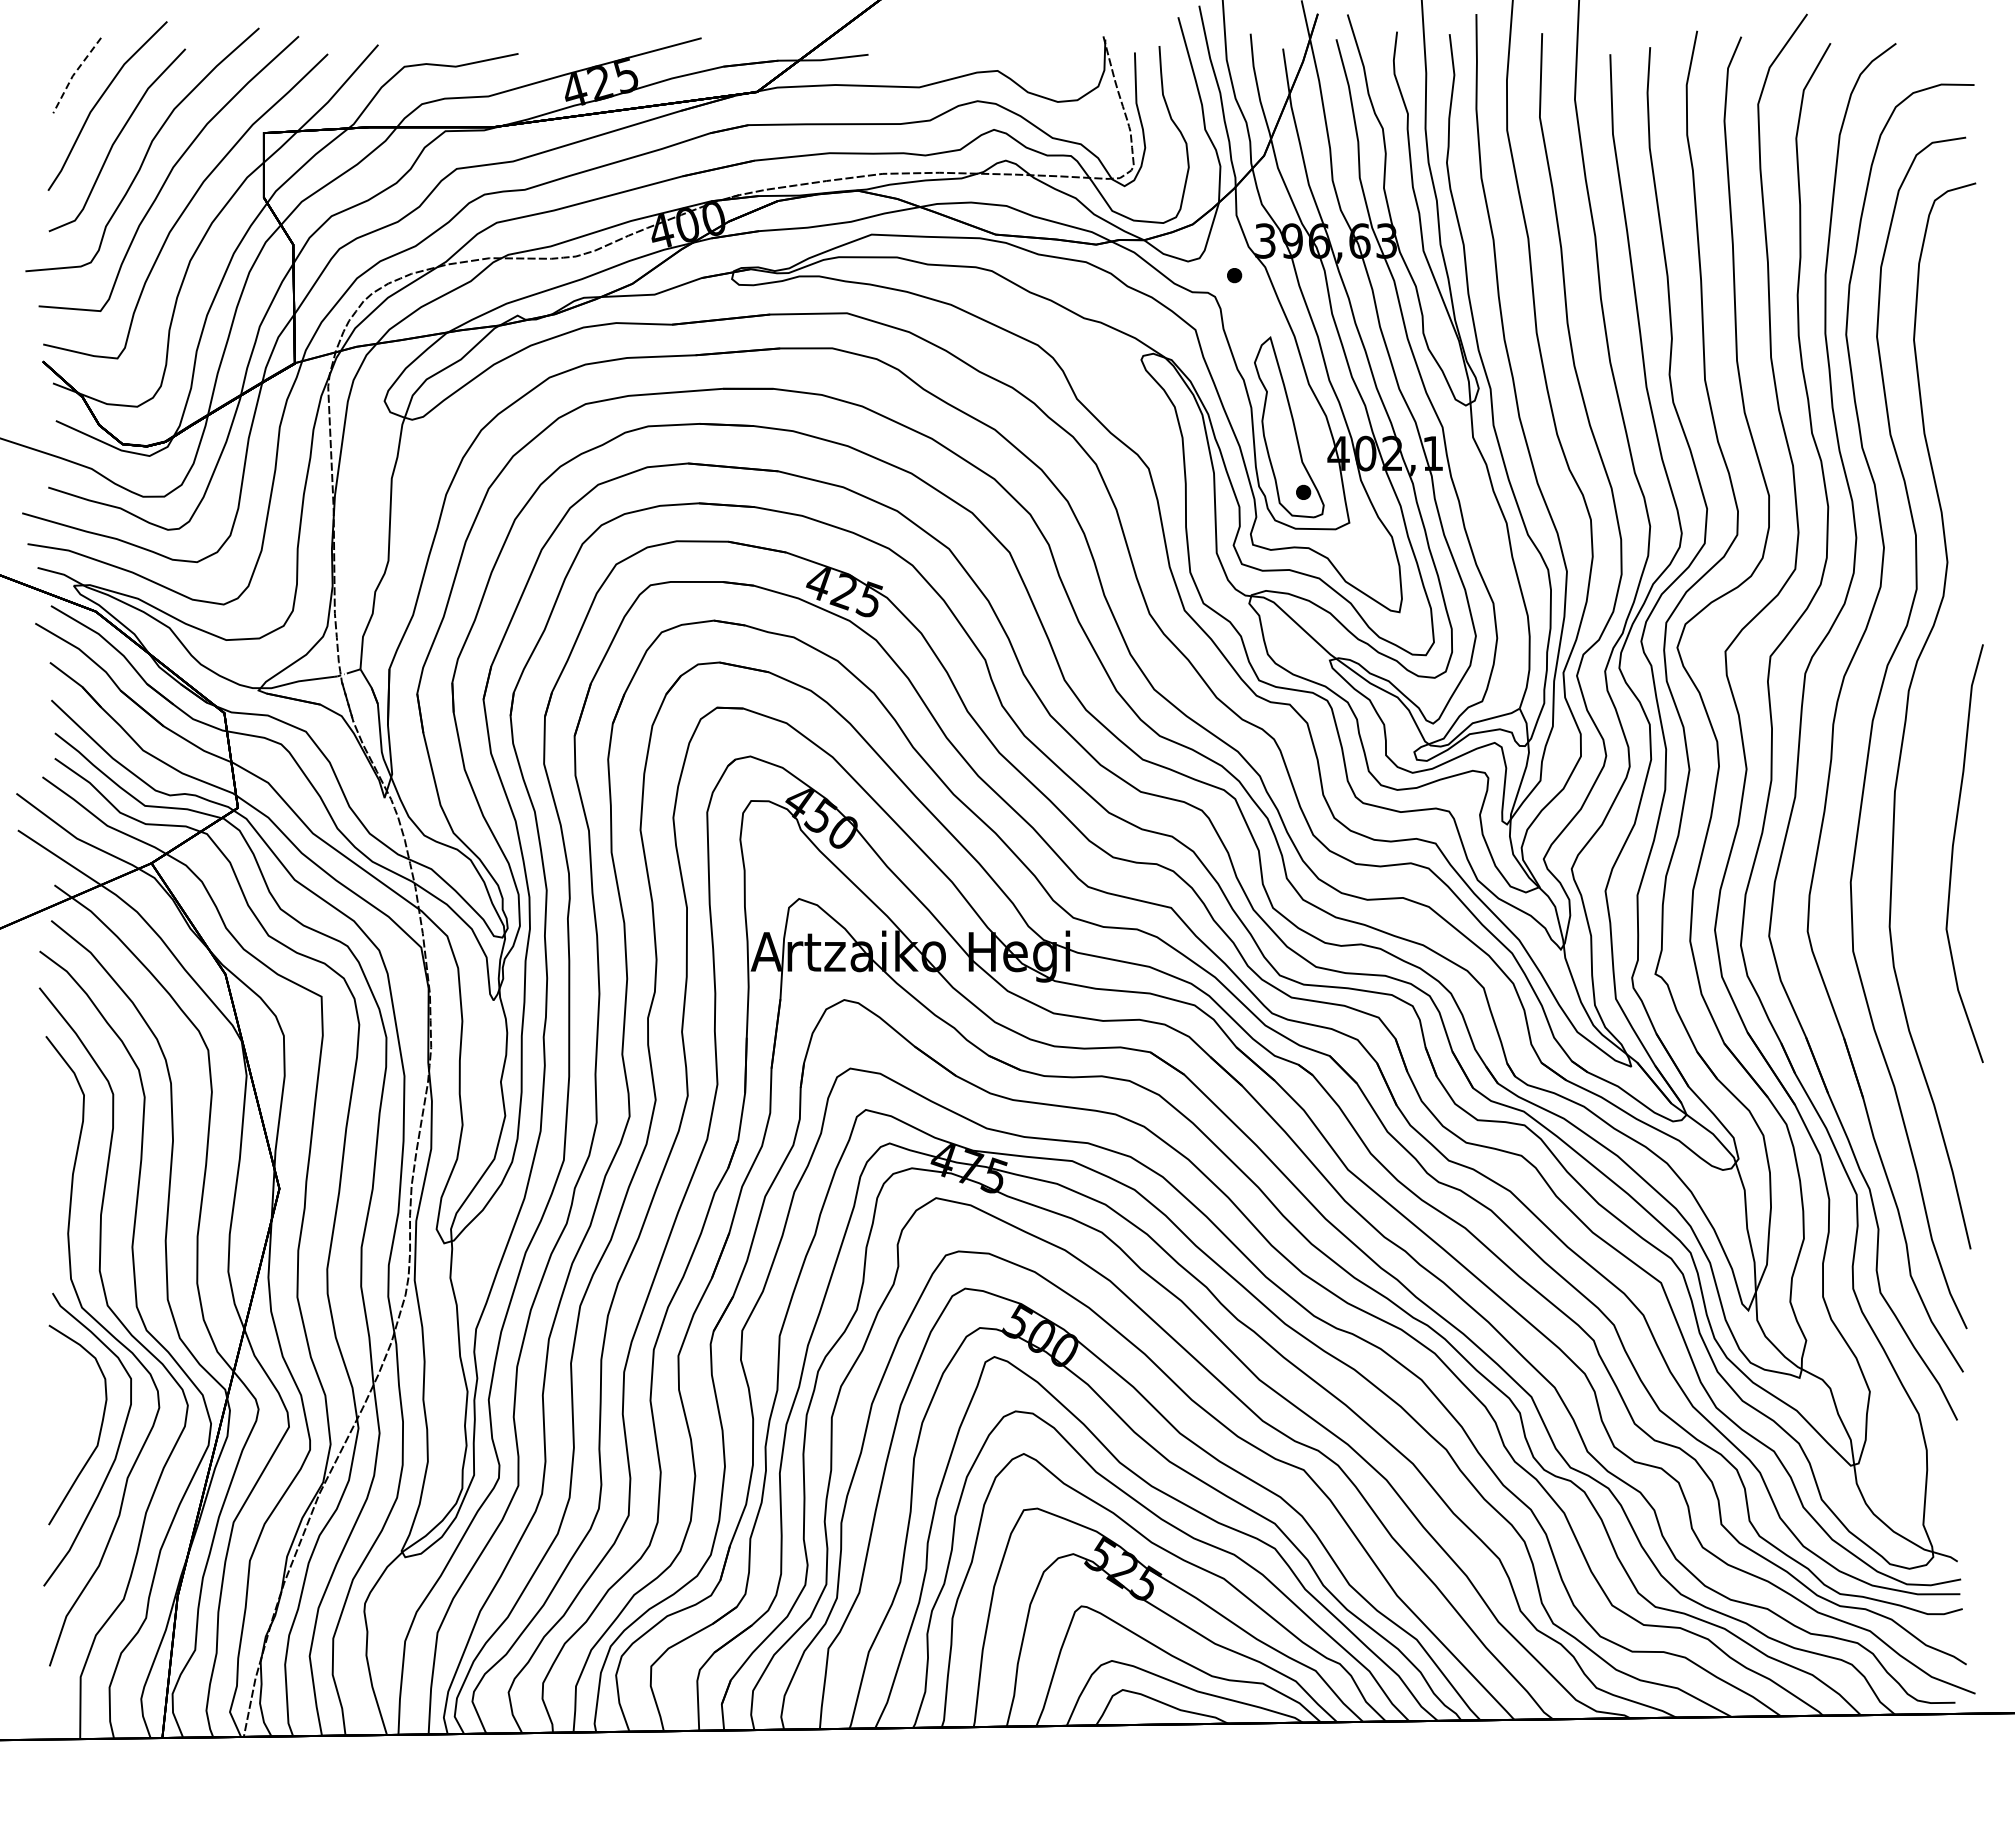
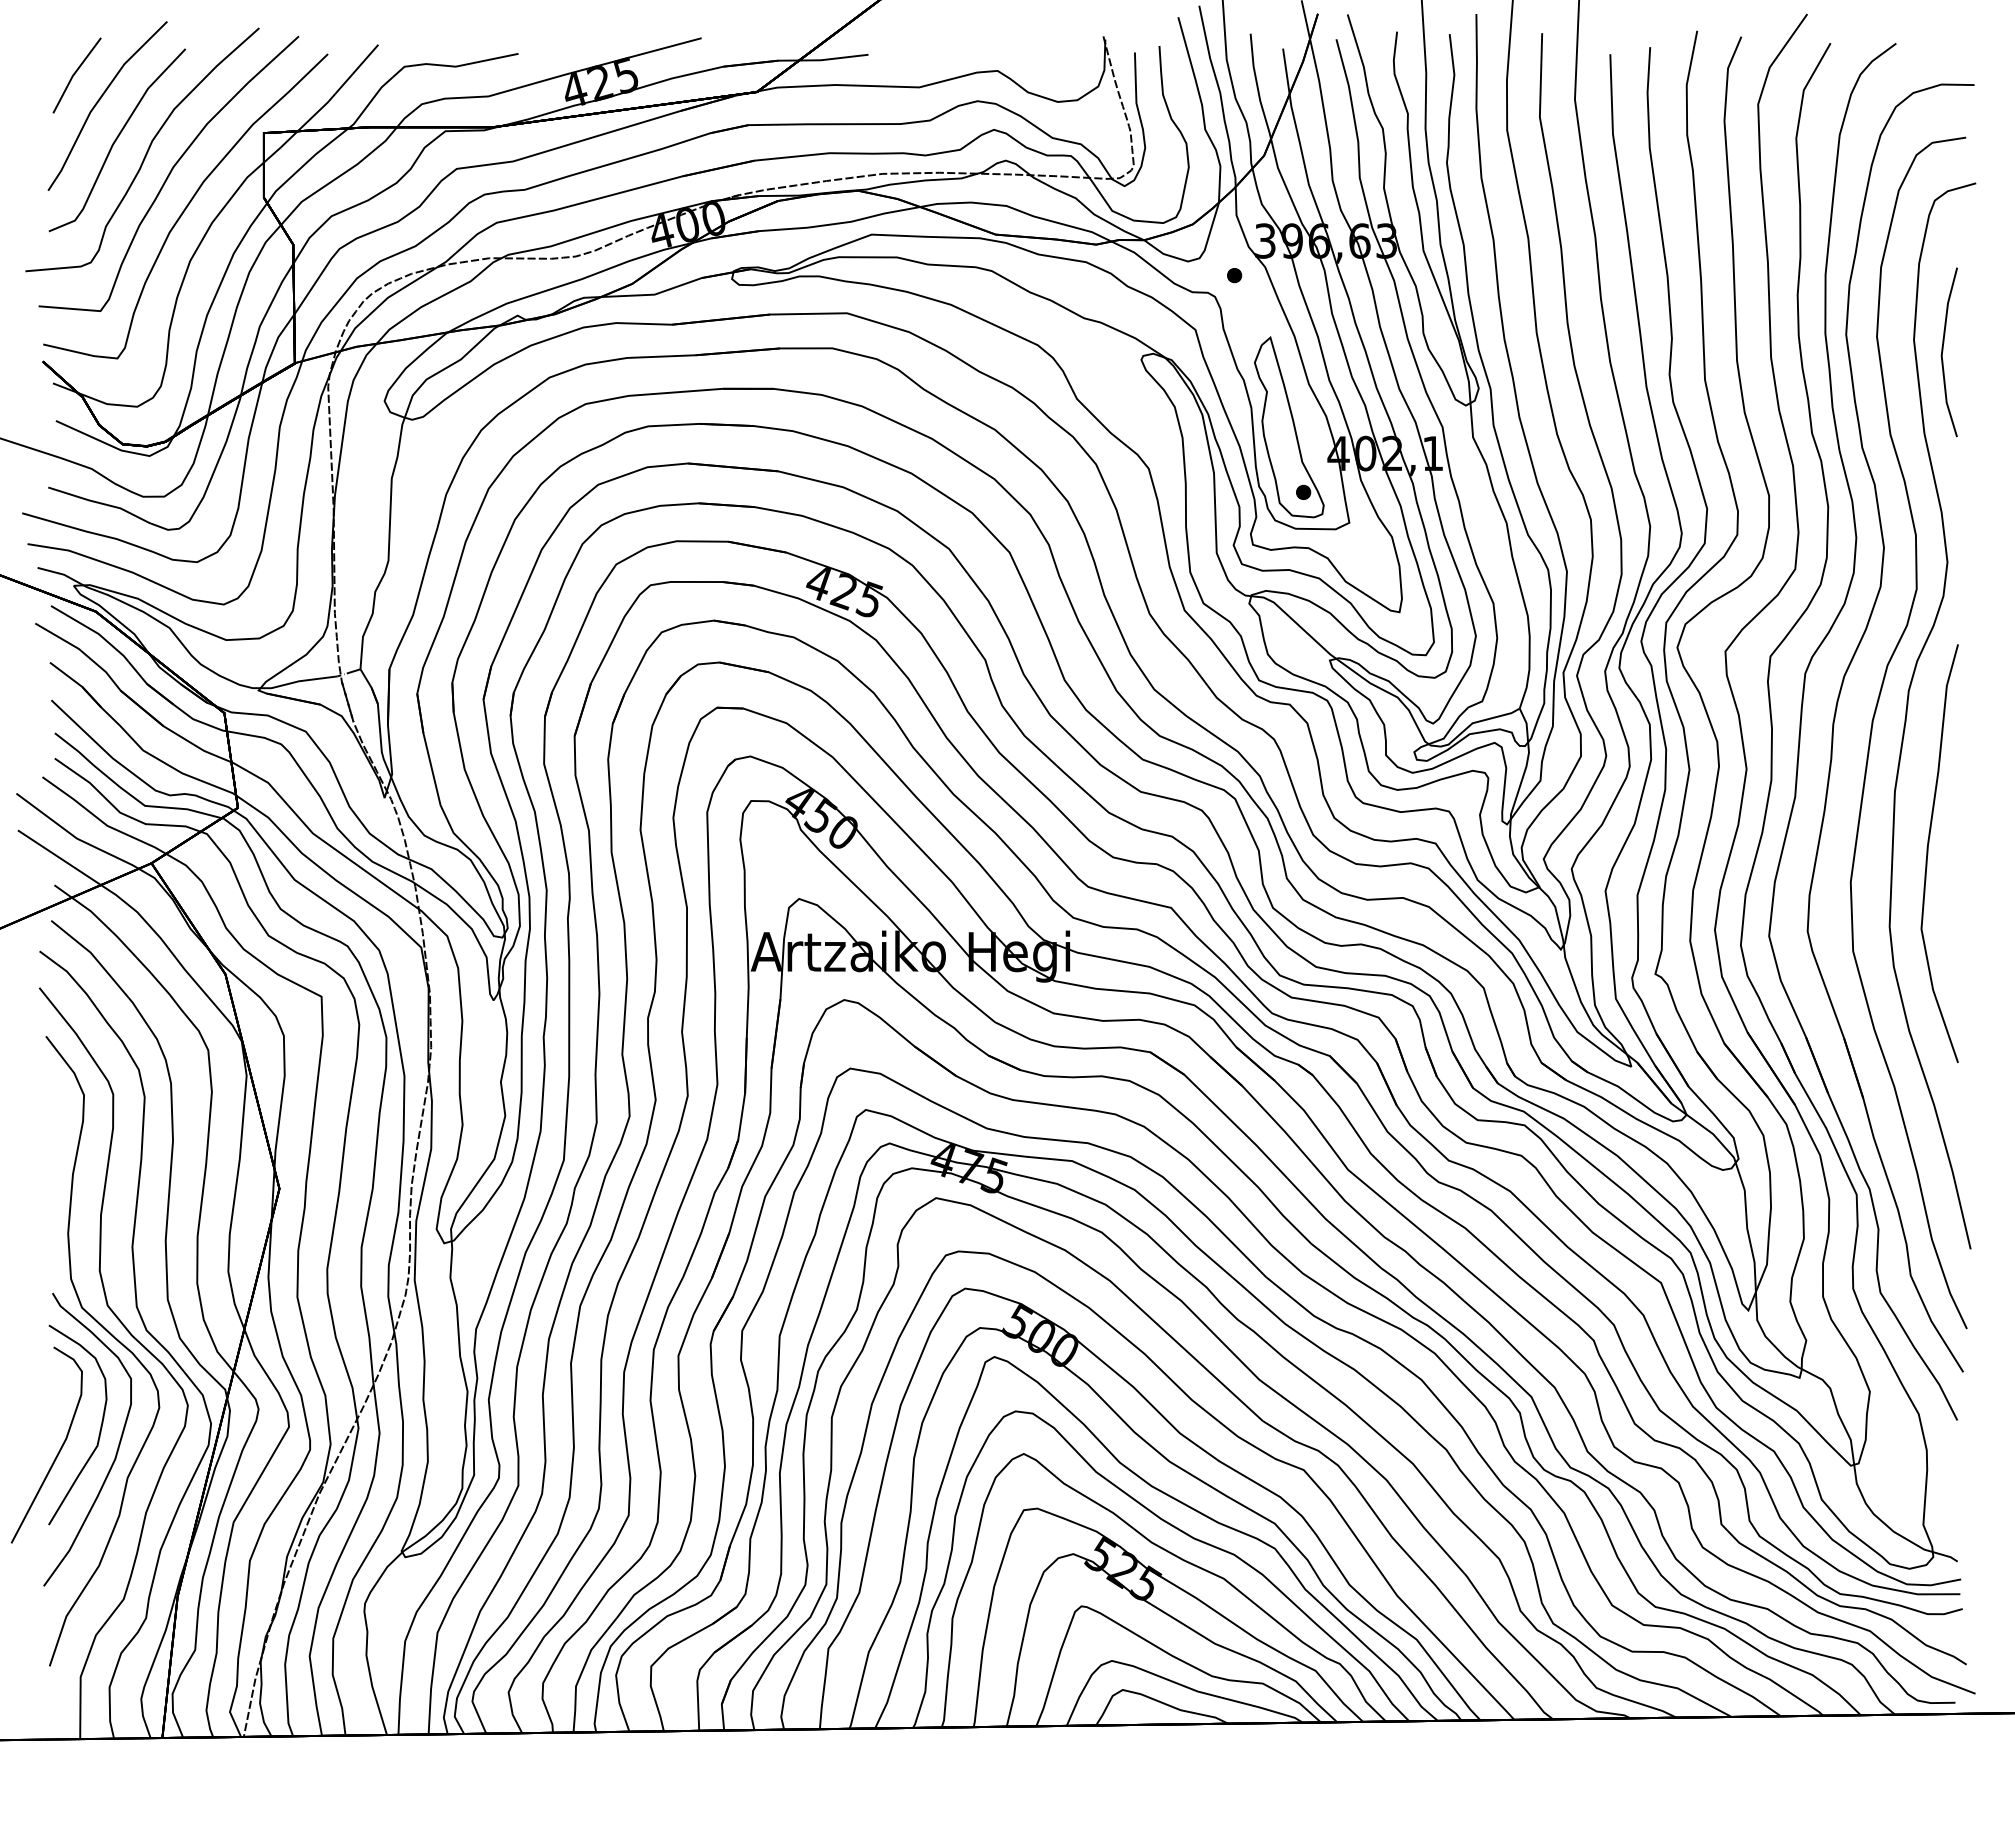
line at (73, 74): dashed -> solid
line at (1943, 351): none -> present
curve at (1953, 853) position: (1953, 853) -> (1928, 853)
curve at (58, 1451): none -> present
